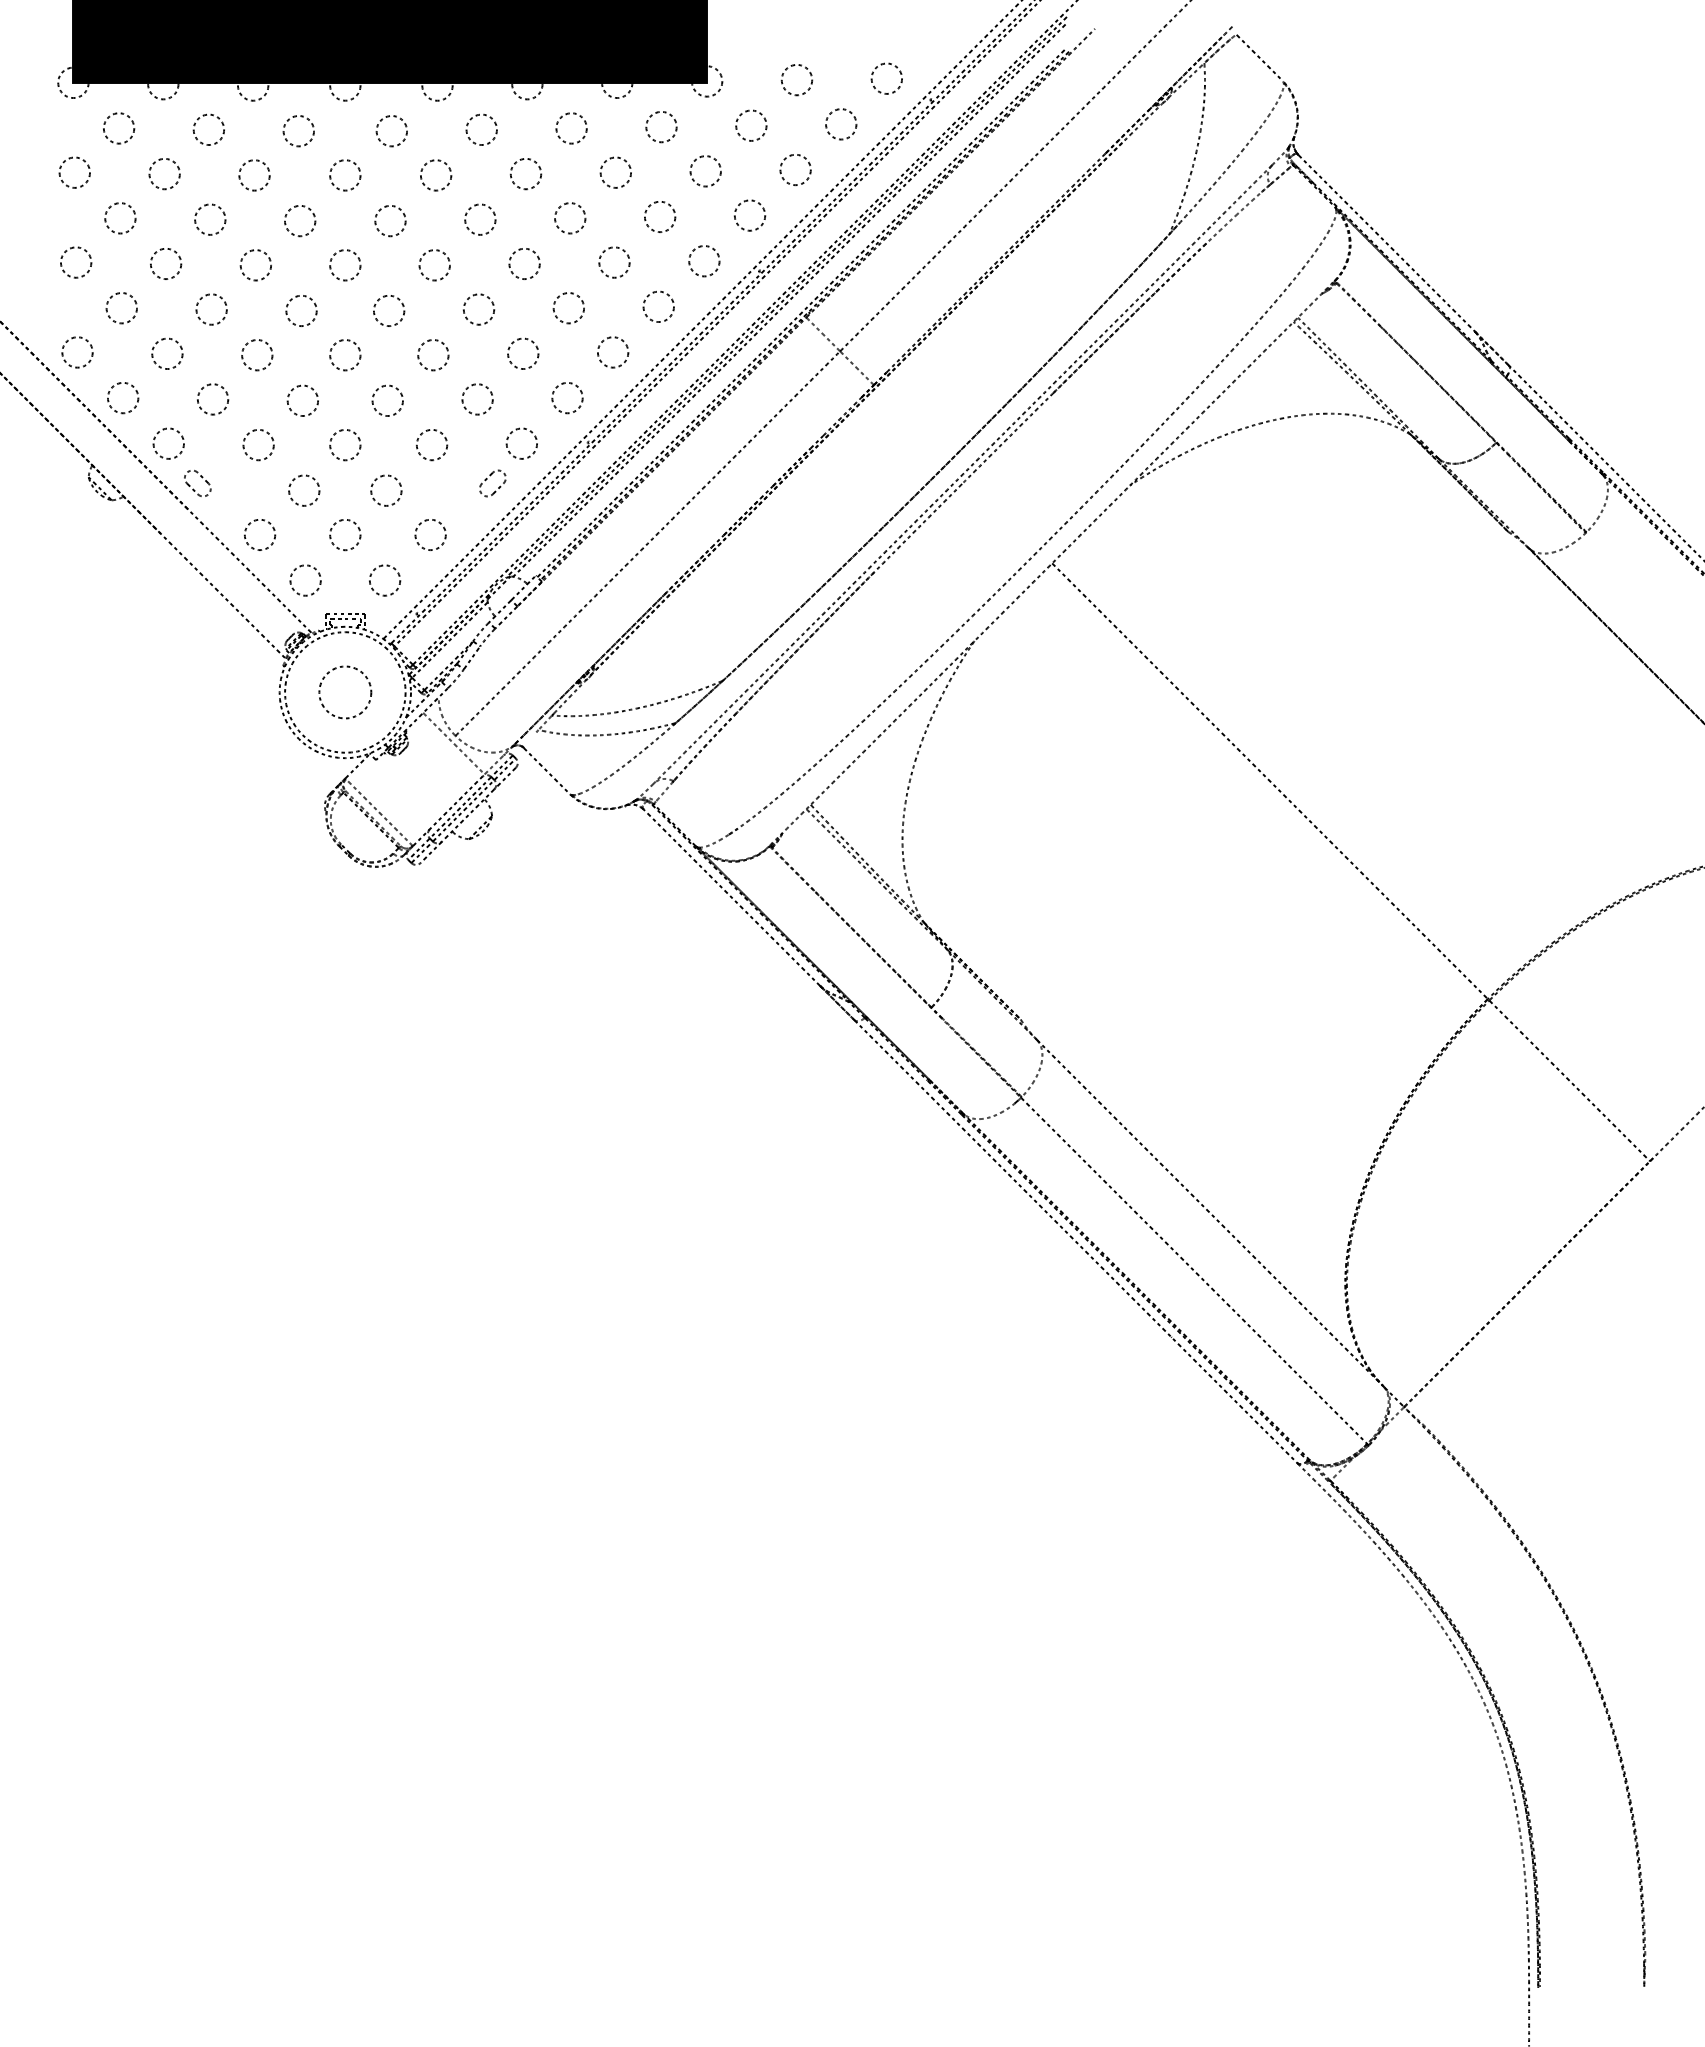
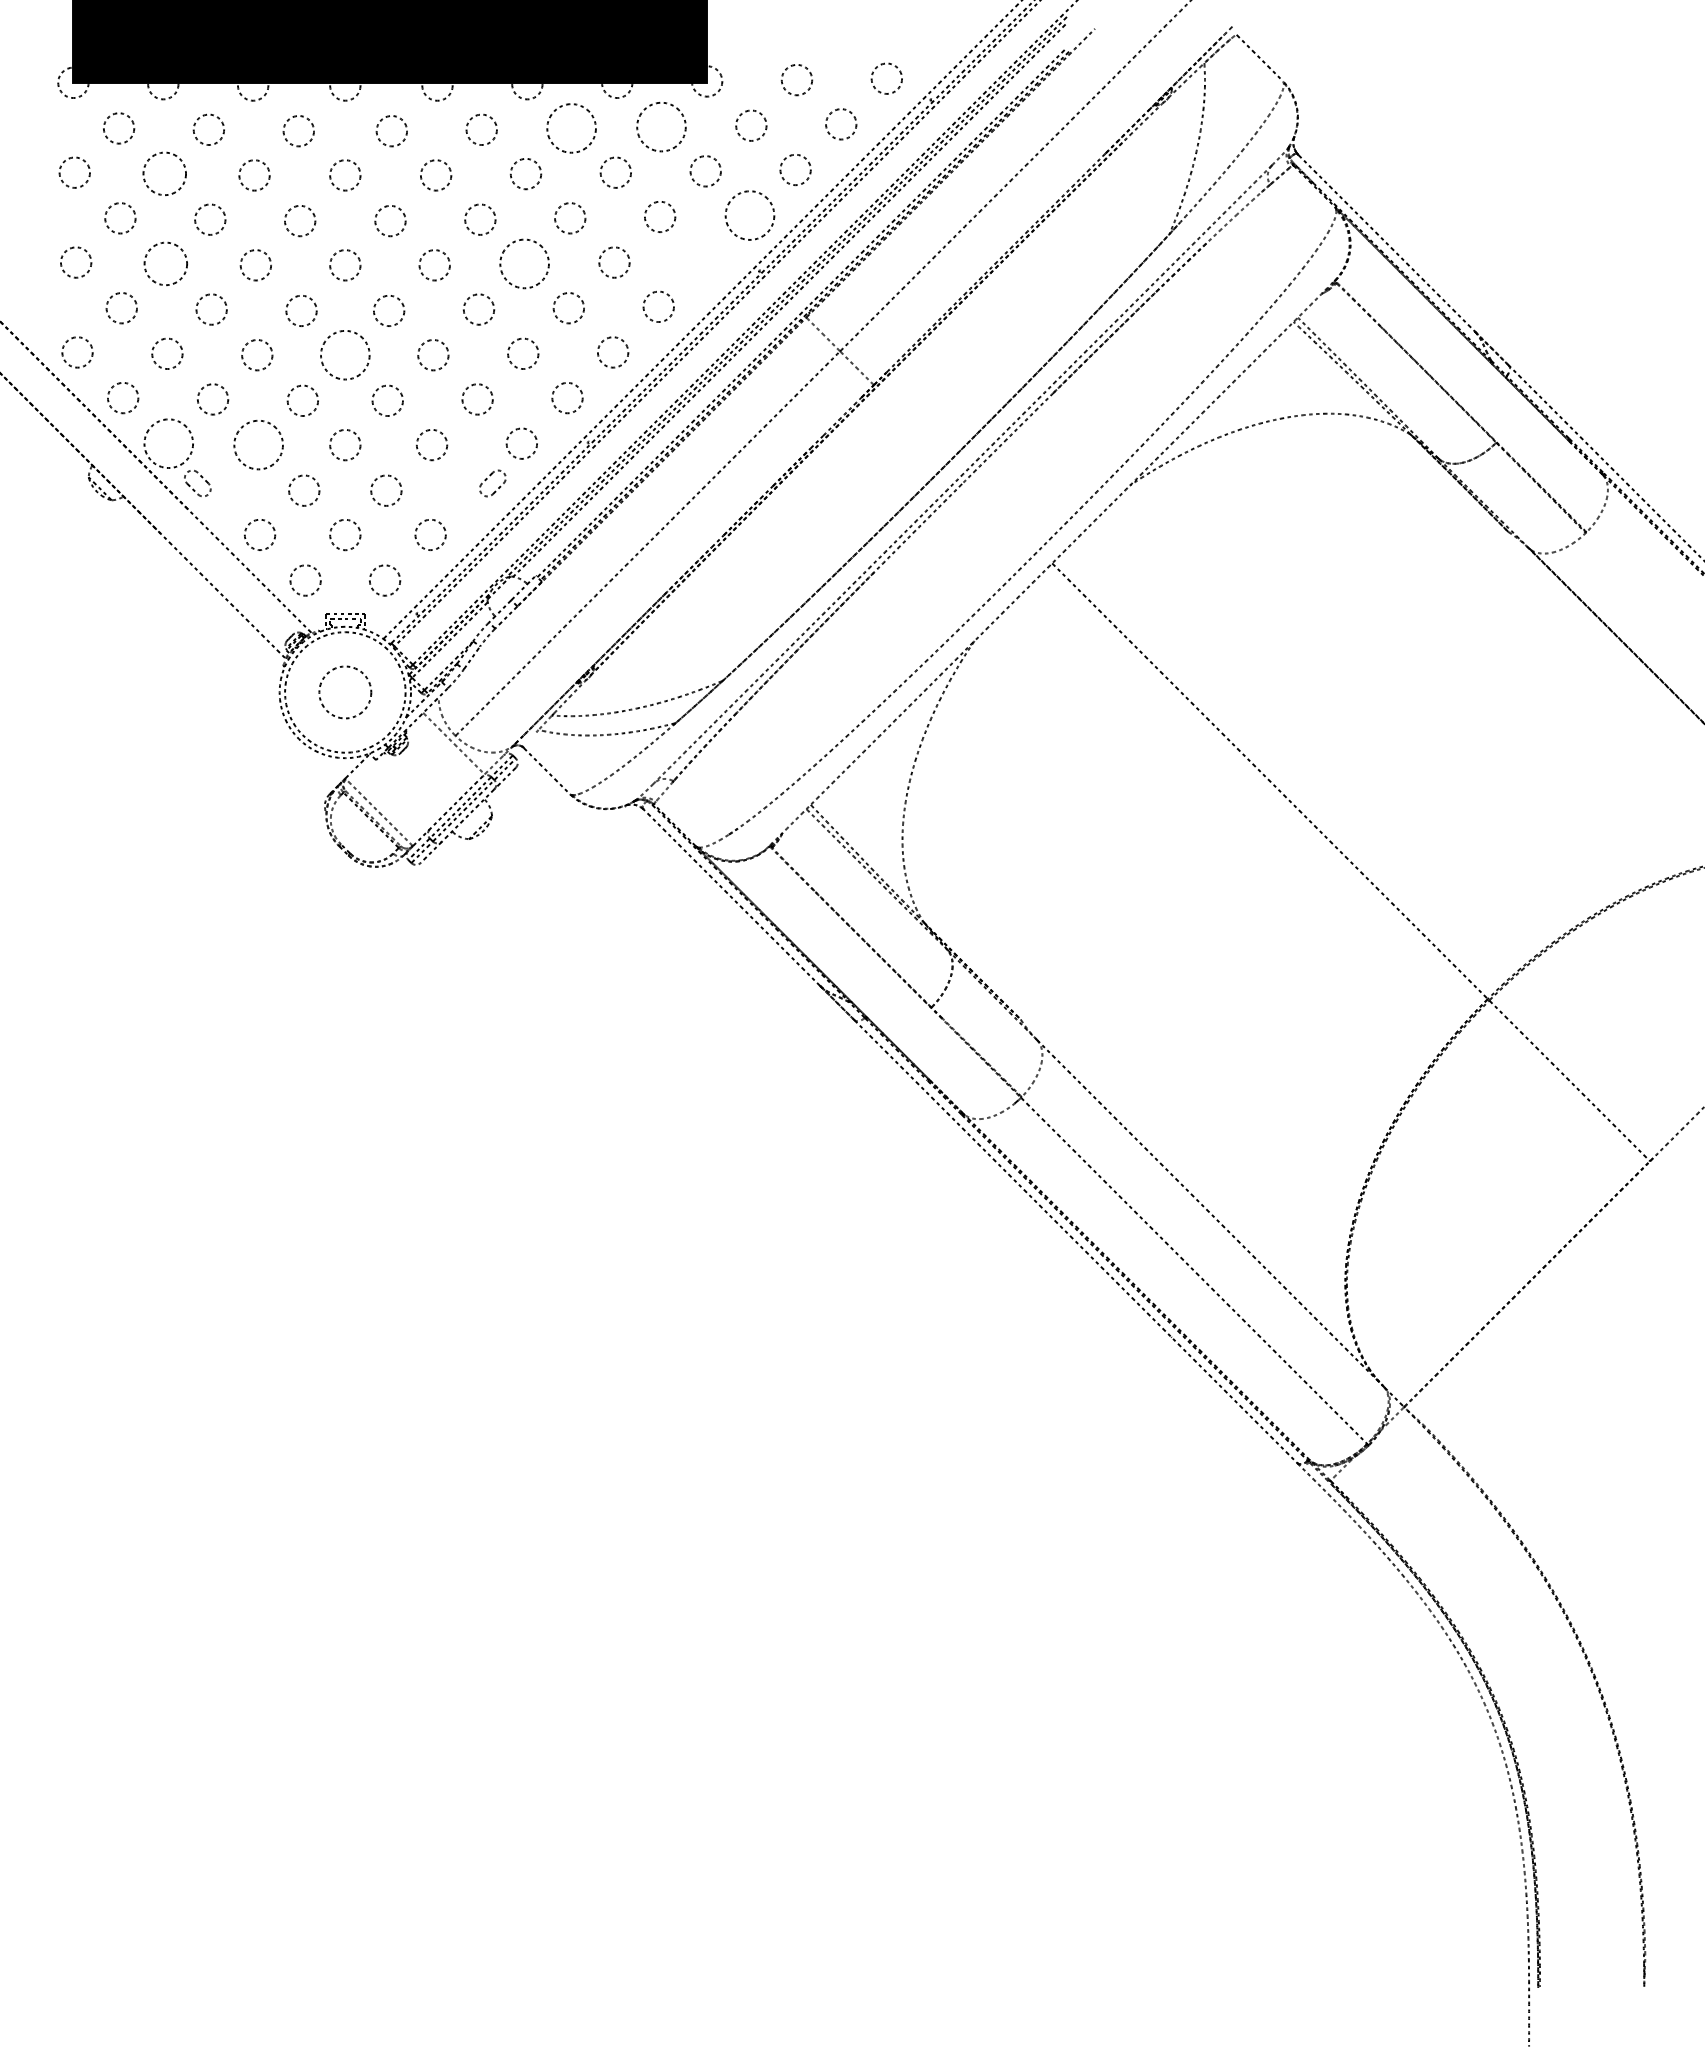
circle at (661, 126) diameter: 30 px -> 49 px
circle at (571, 128) diameter: 30 px -> 49 px
circle at (164, 174) size: 33x33 px -> 45x45 px
circle at (749, 215) diameter: 30 px -> 49 px
circle at (704, 261): present -> none
circle at (166, 263) size: 33x32 px -> 45x46 px
circle at (524, 263) diameter: 30 px -> 49 px
circle at (345, 355) diameter: 30 px -> 49 px
circle at (168, 443) diameter: 30 px -> 49 px
circle at (258, 444) diameter: 30 px -> 49 px
